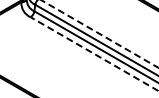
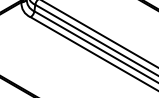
line at (100, 34): dashed -> solid
line at (94, 54): dashed -> solid
